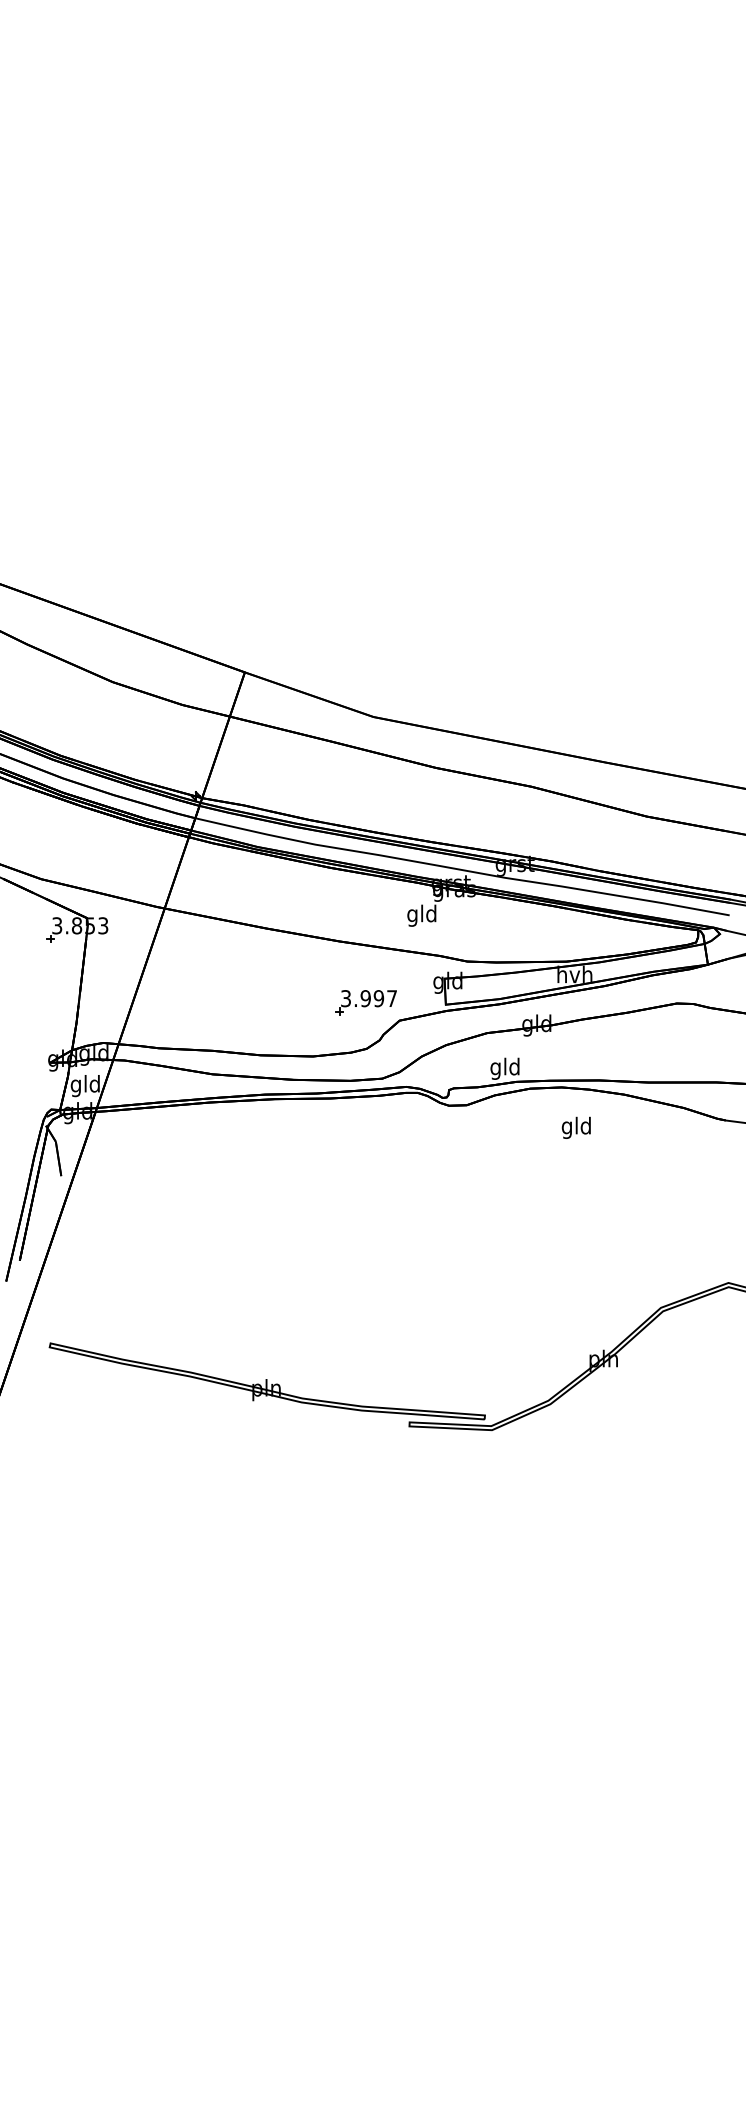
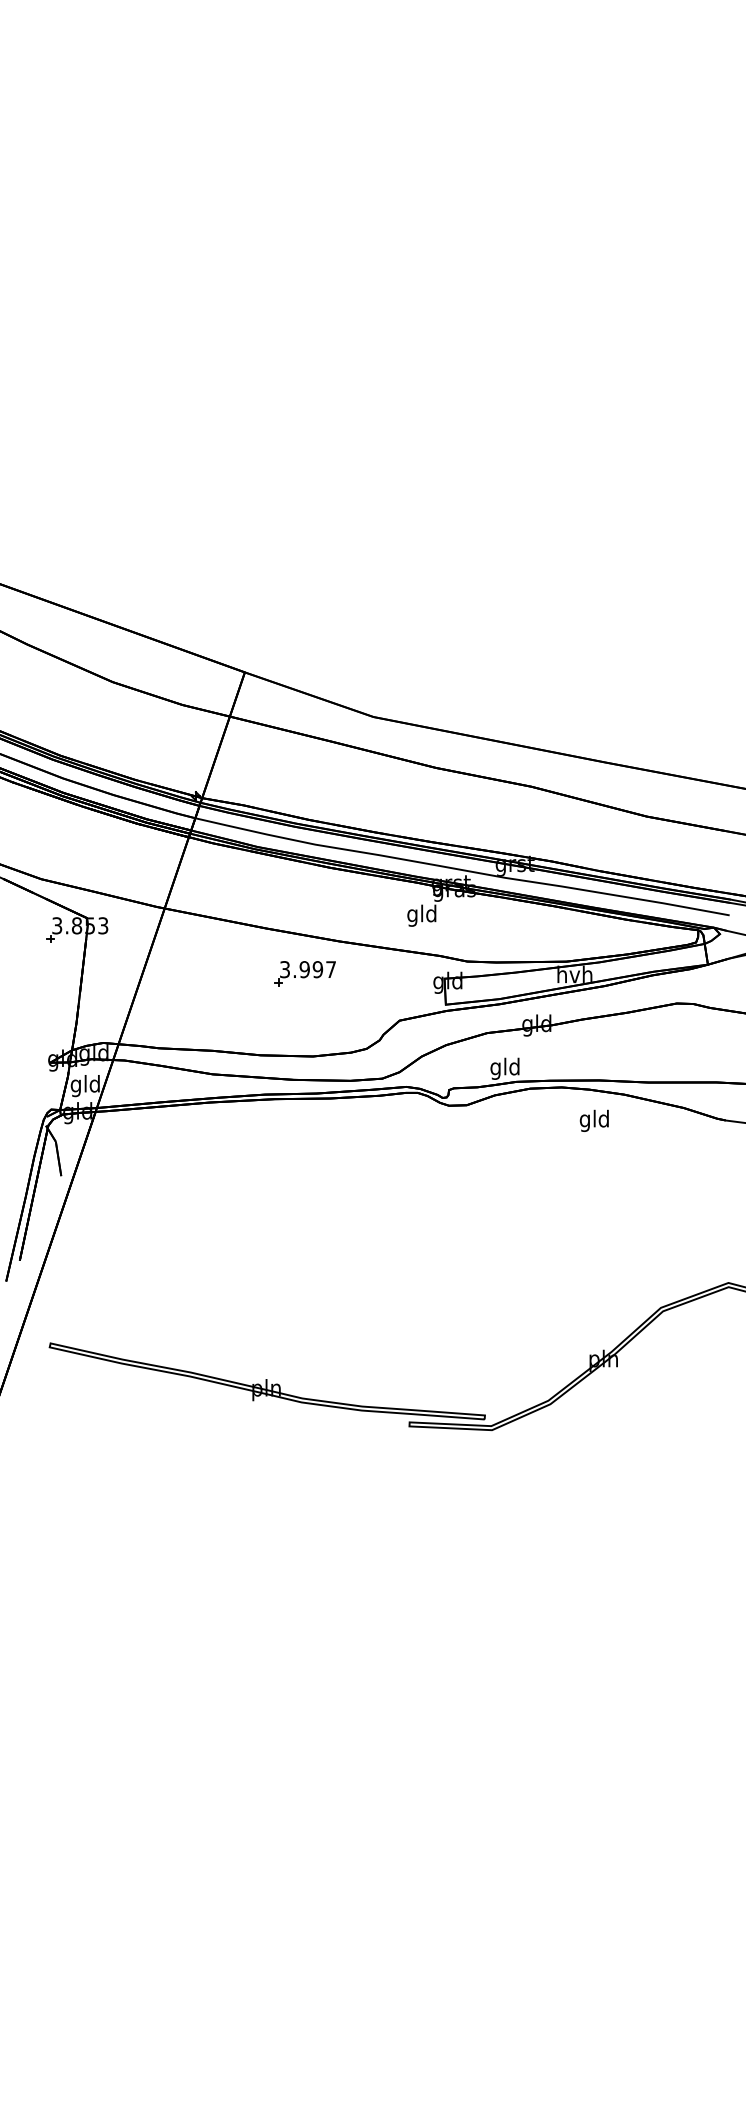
part at (365, 1002) position: (365, 1002) -> (304, 973)
text at (575, 1127) position: (575, 1127) -> (593, 1120)
